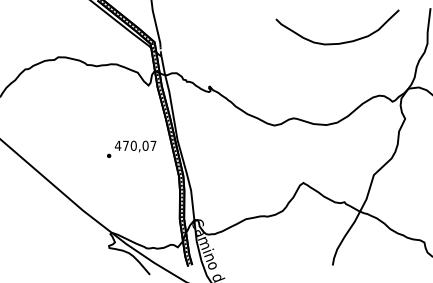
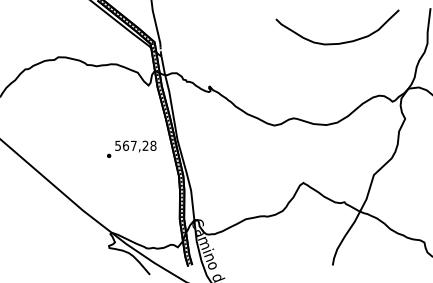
text at (135, 145): 470,07 -> 567,28
